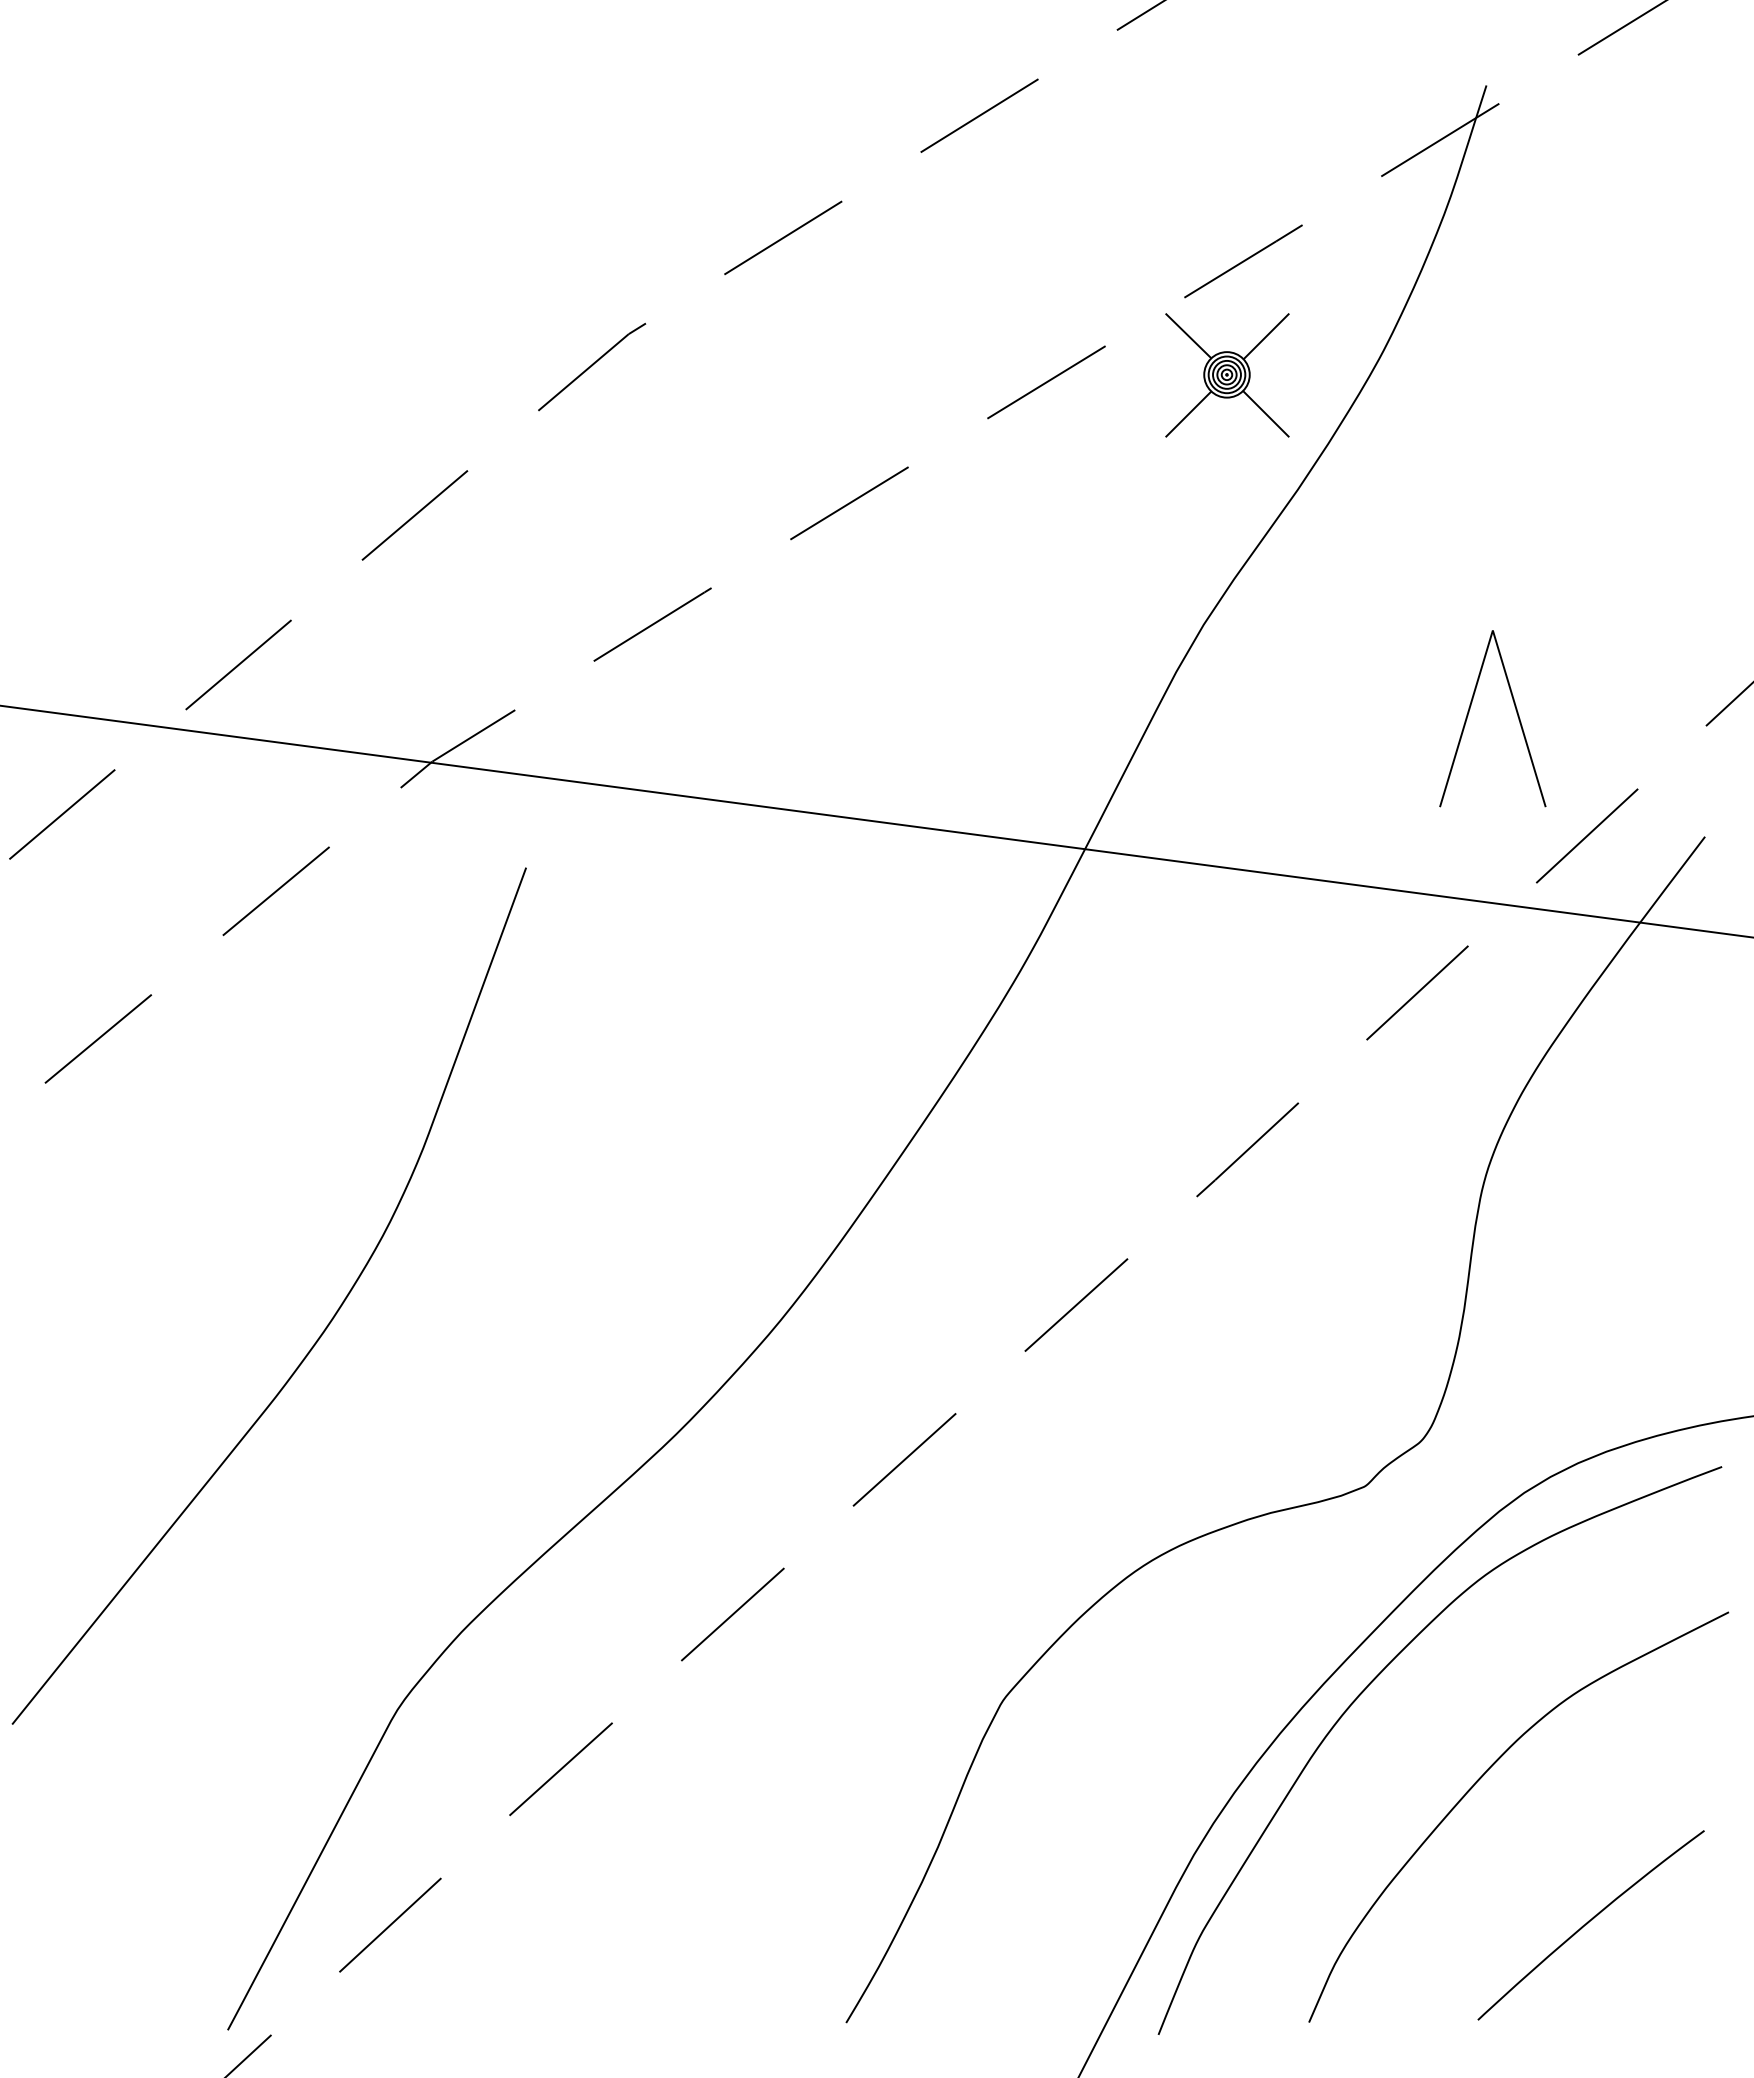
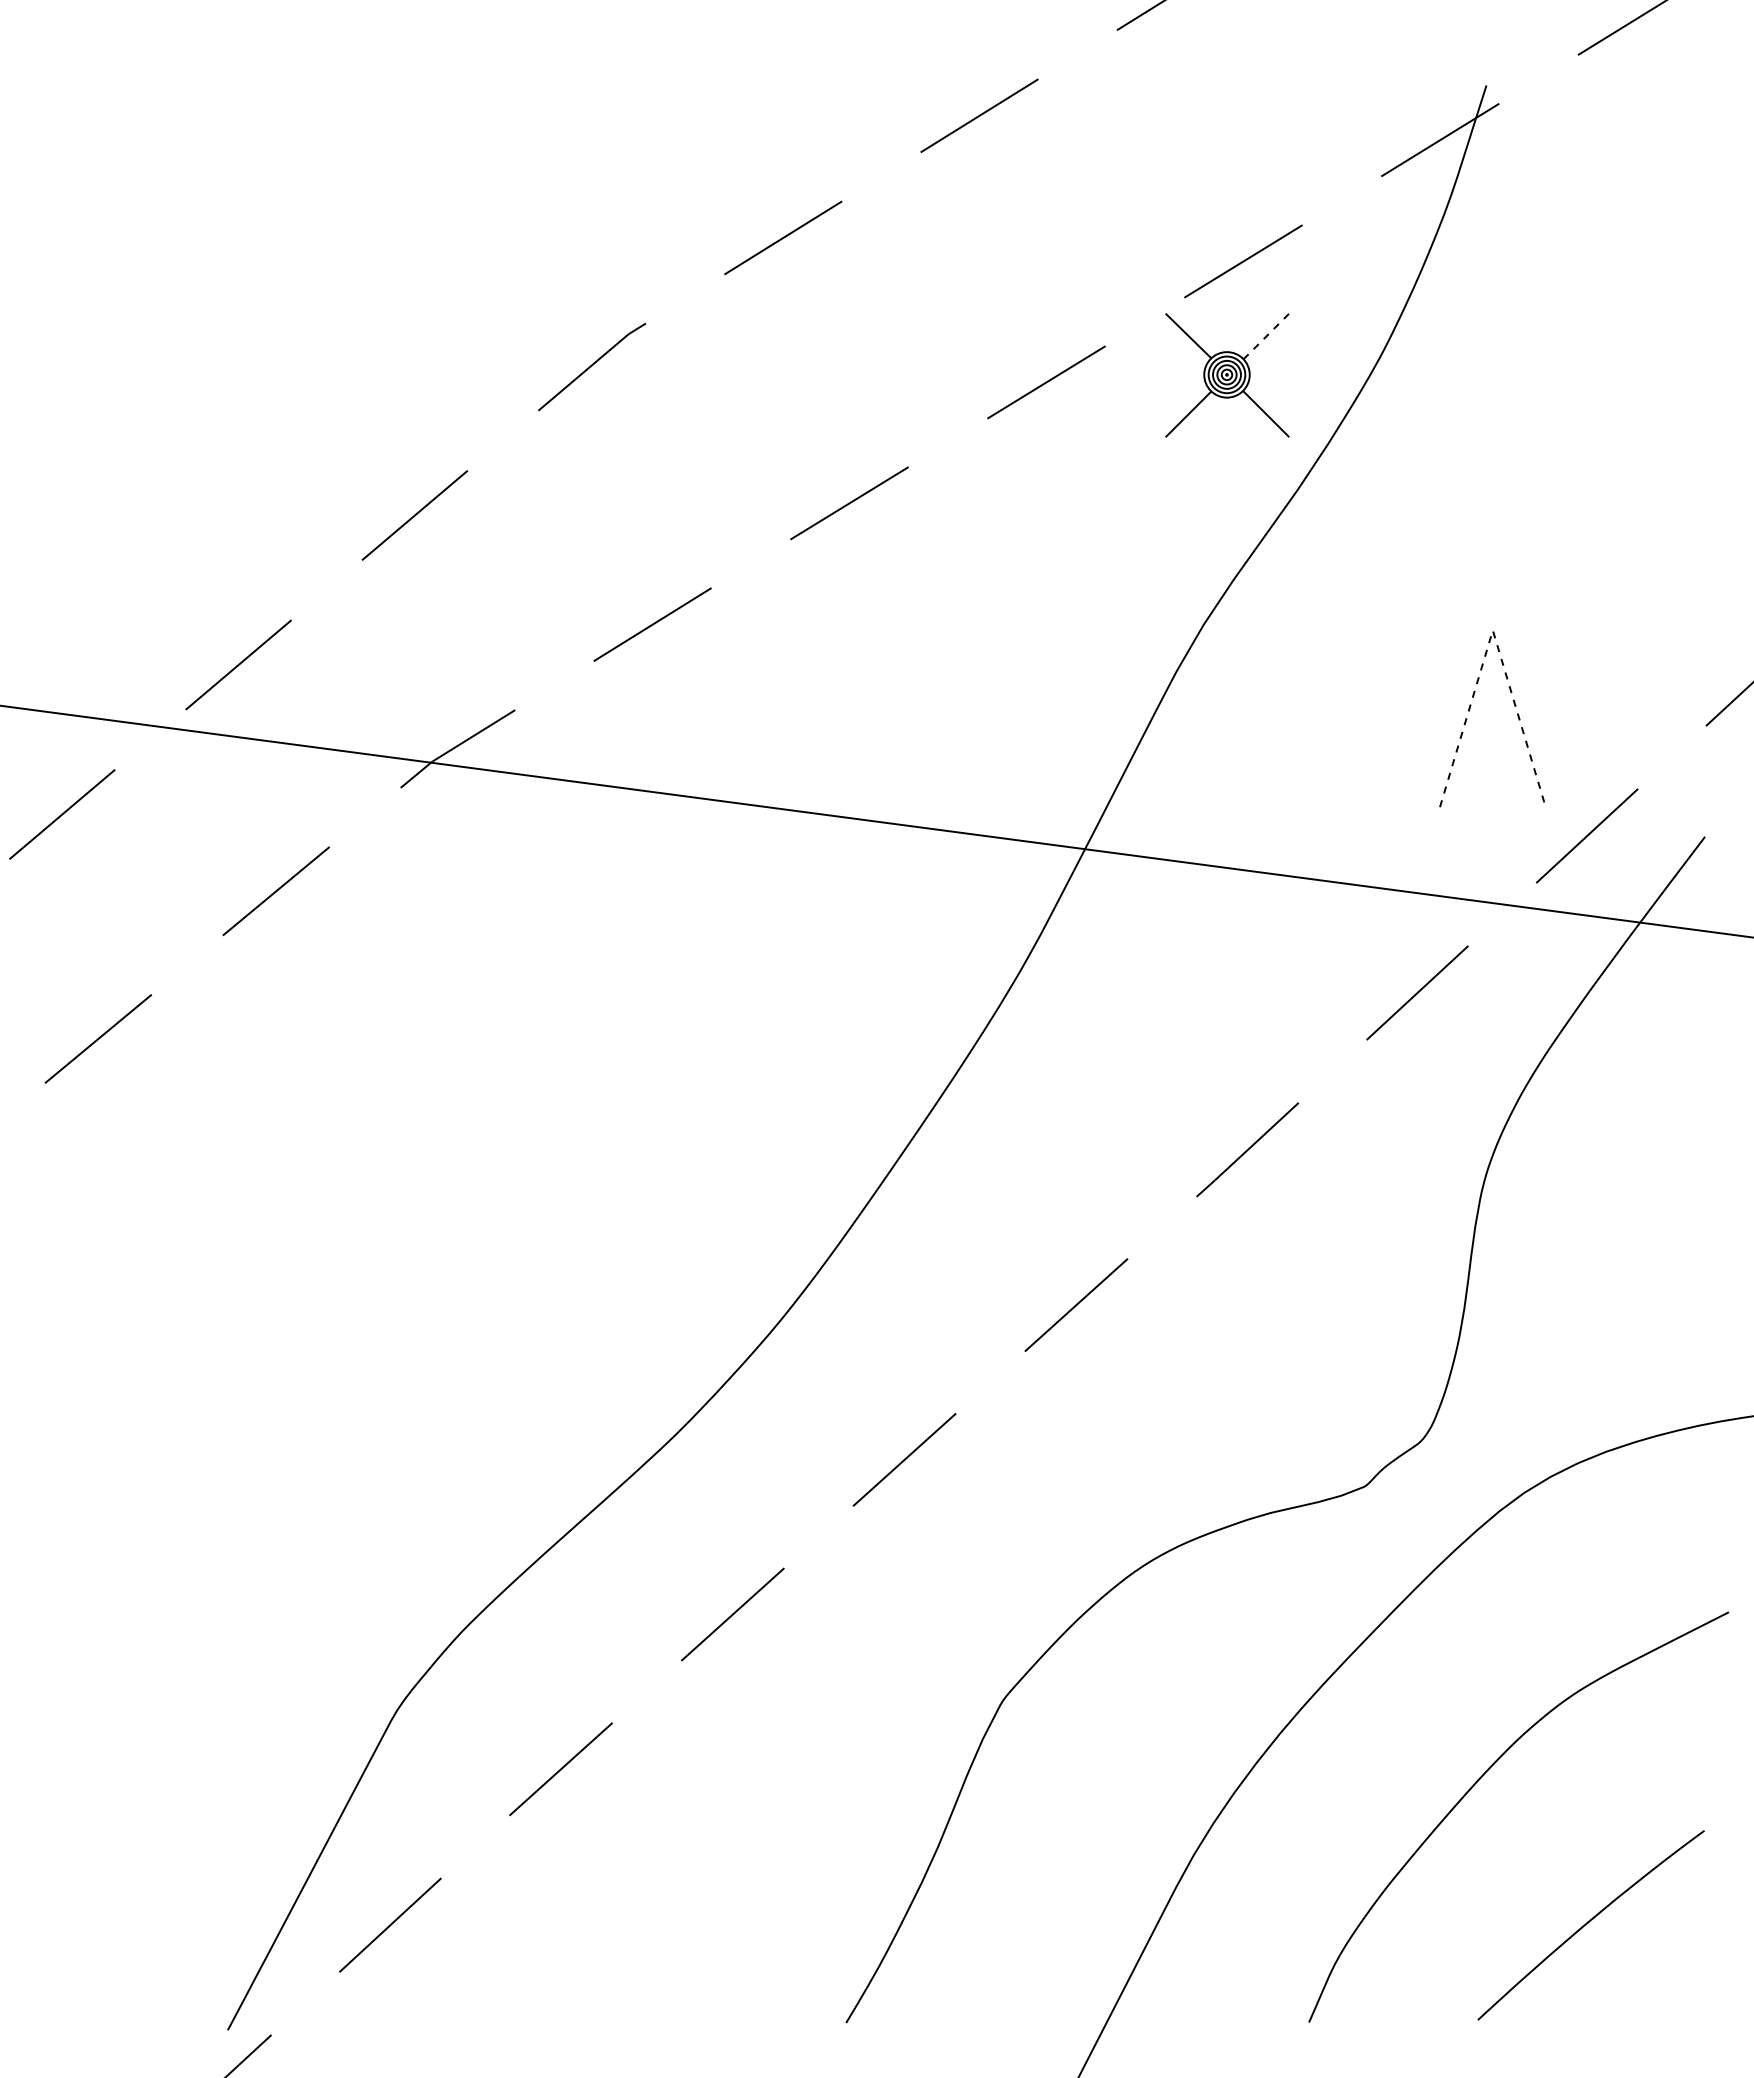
line at (1266, 336): solid -> dashed
line at (1492, 630): solid -> dashed
curve at (322, 1331): present -> none
curve at (1366, 1689): present -> none
